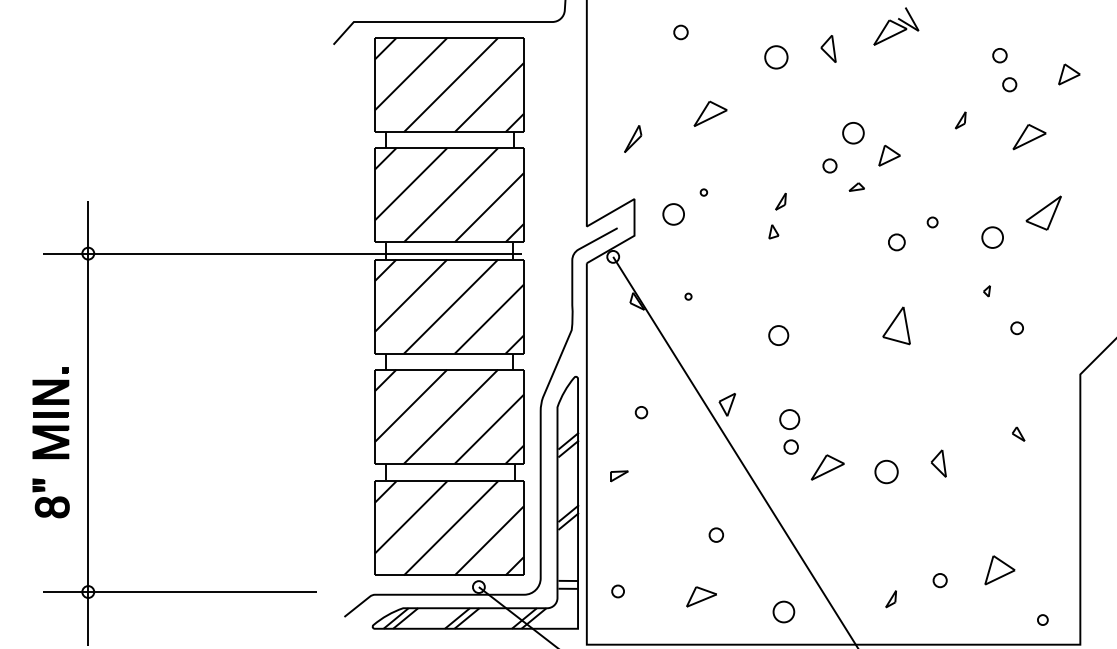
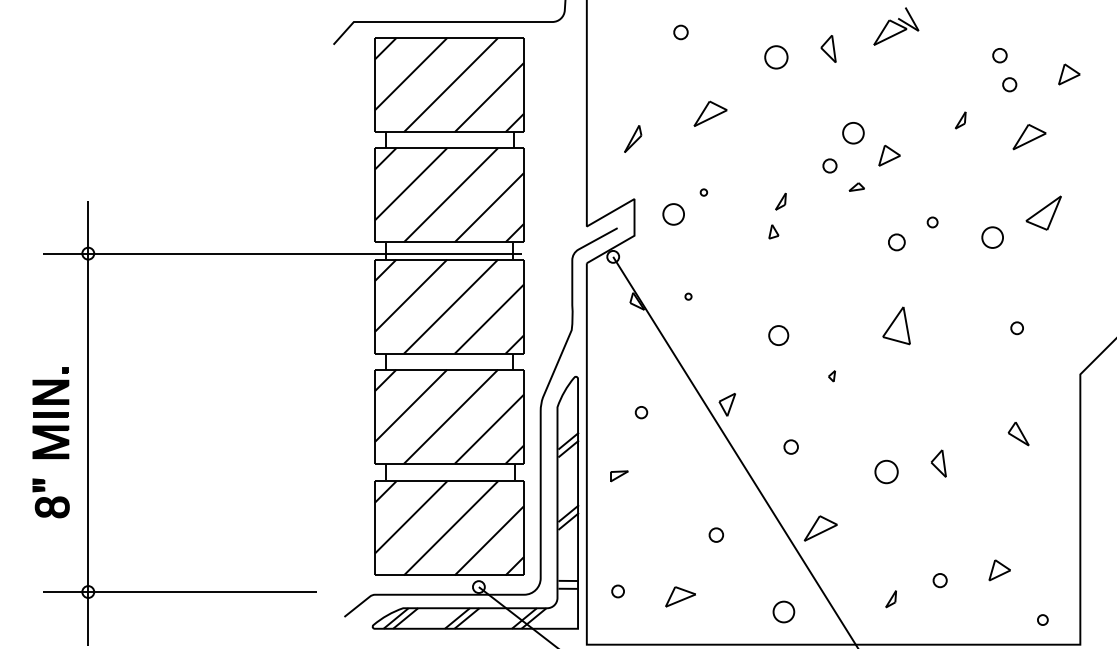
part at (986, 291) position: (986, 291) -> (831, 376)
part at (789, 419): present -> none
part at (1018, 433) size: 14x16 px -> 23x25 px
part at (827, 467) position: (827, 467) -> (820, 528)
part at (999, 570) size: 32x31 px -> 23x23 px
part at (701, 596) position: (701, 596) -> (680, 596)
